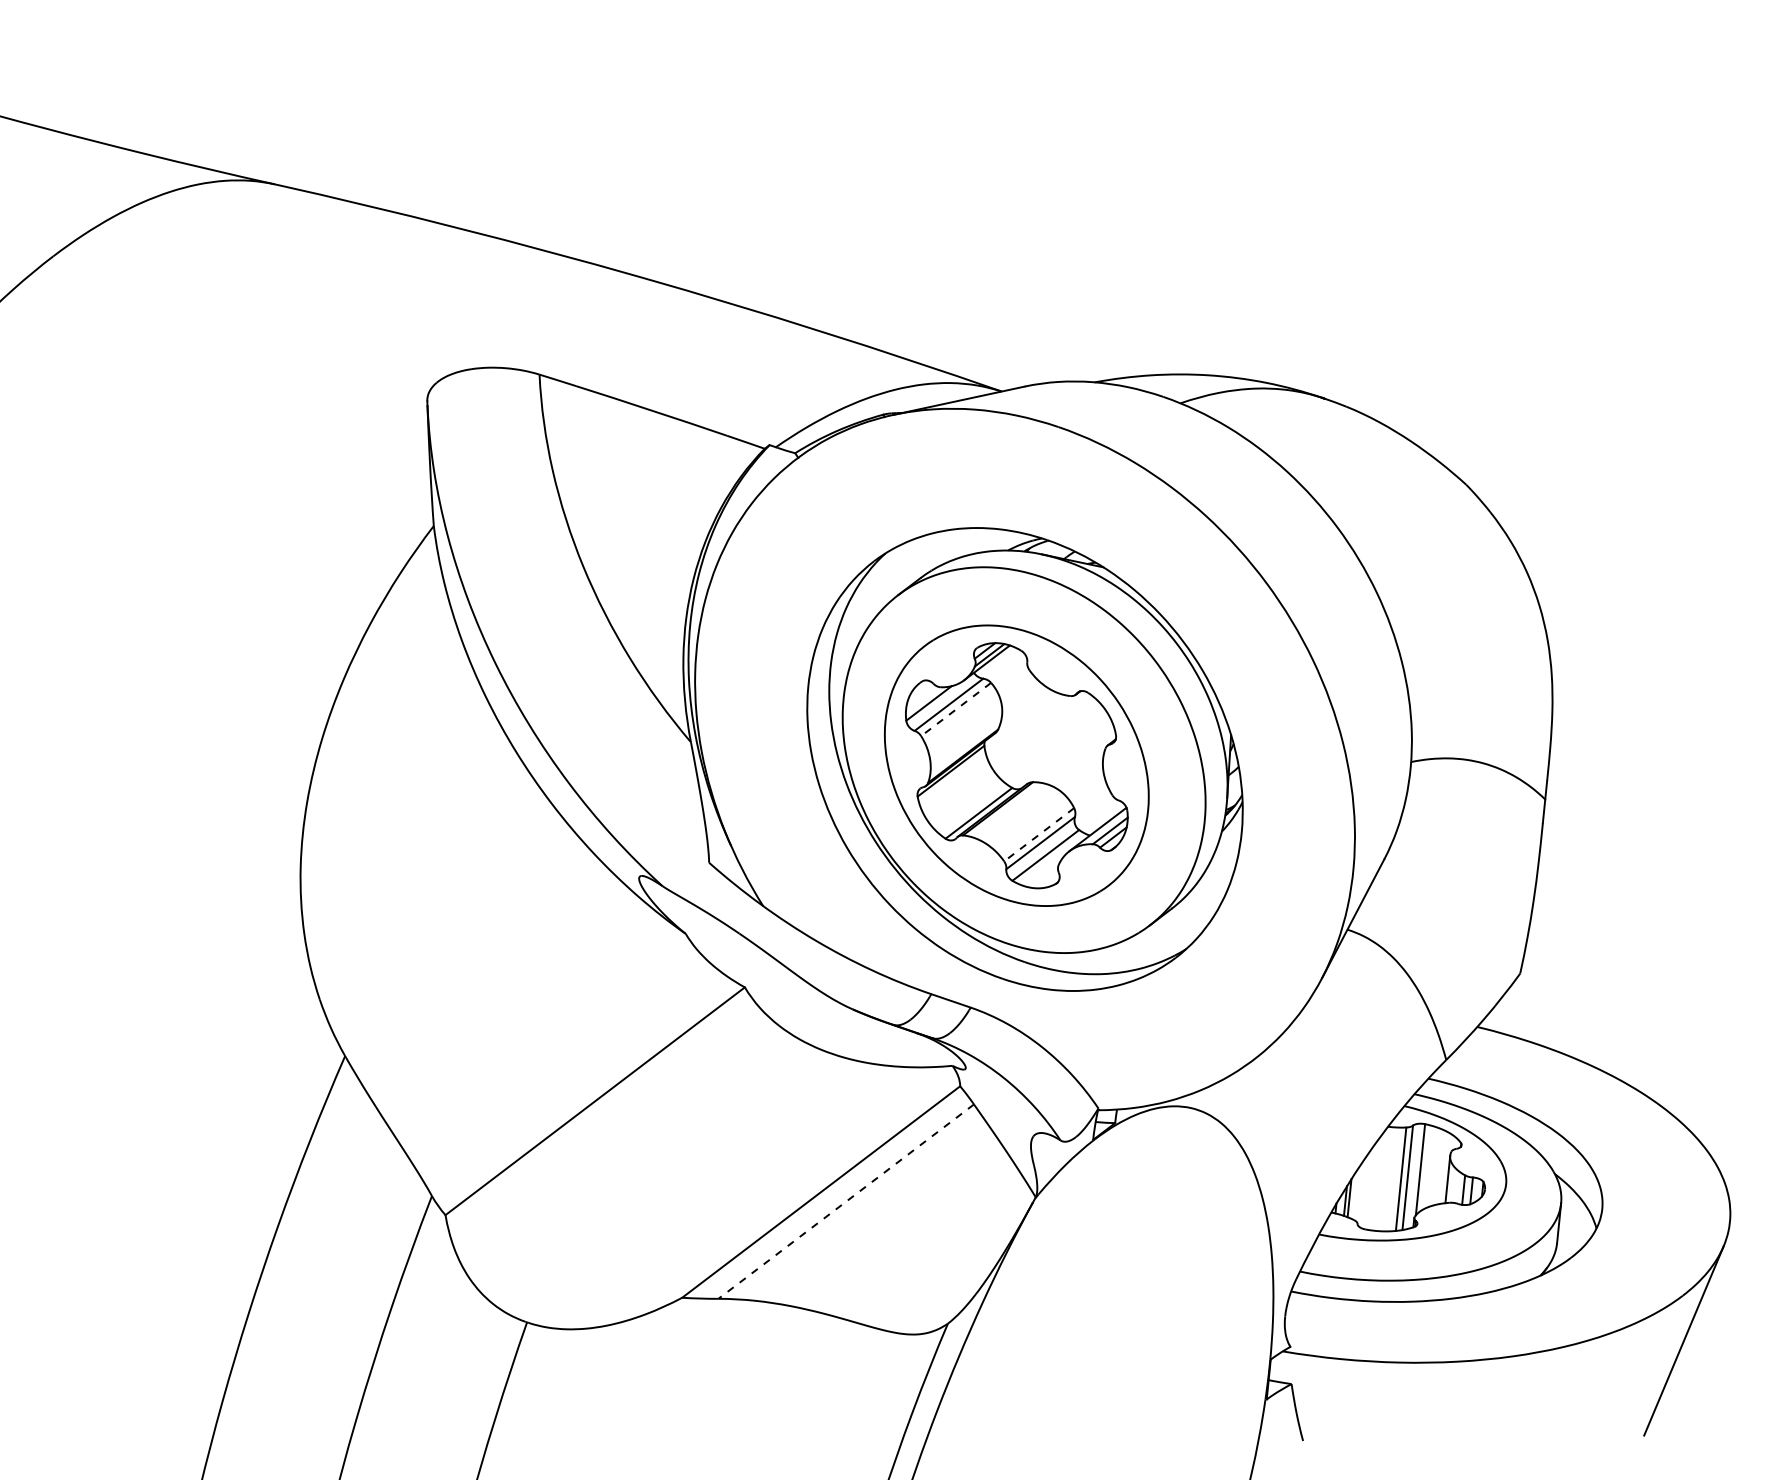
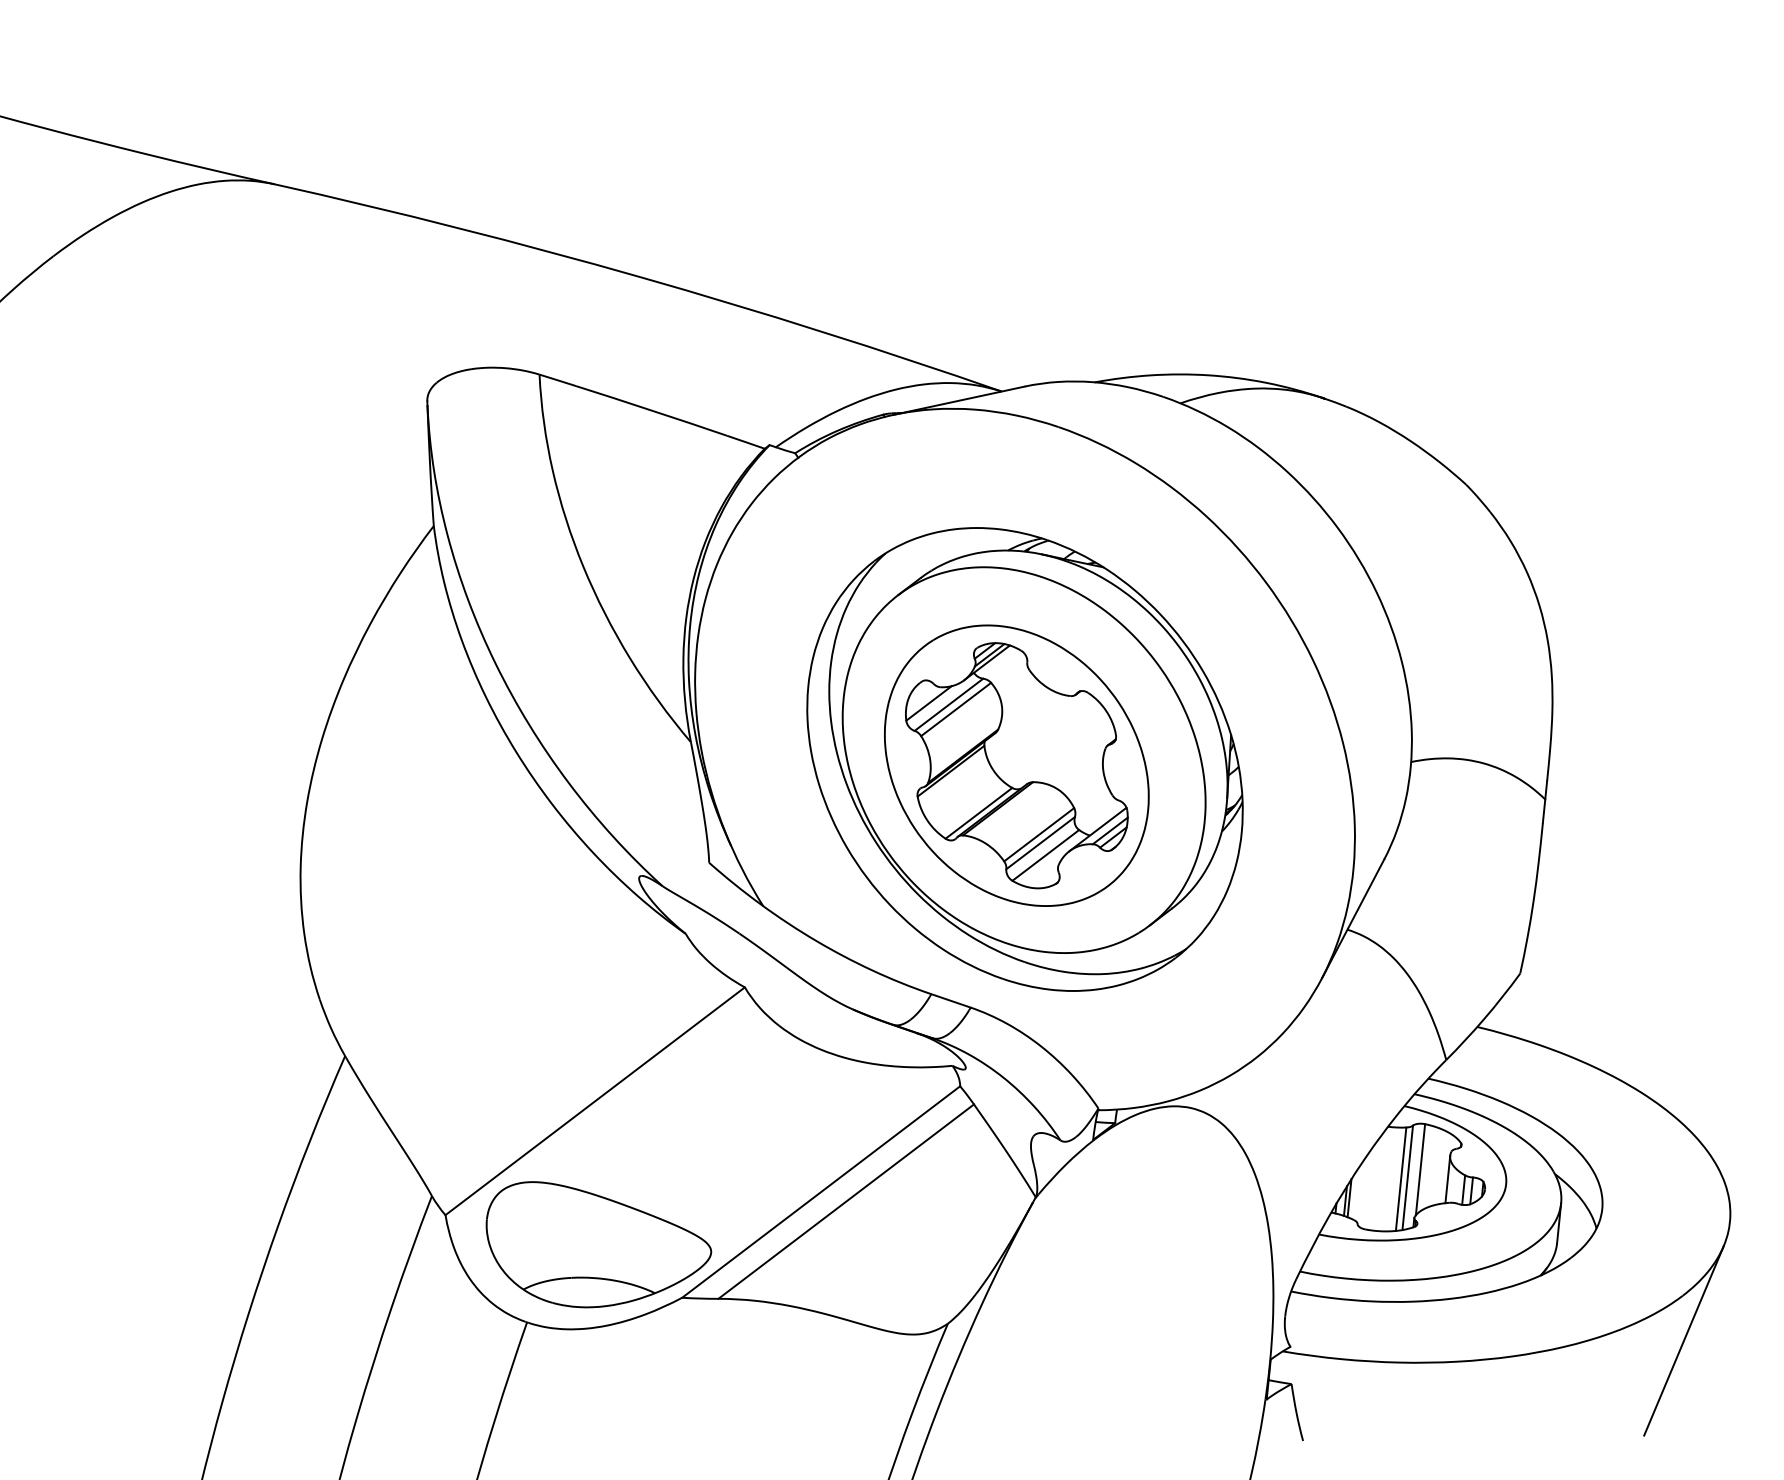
line at (956, 709): dashed -> solid
line at (1039, 834): dashed -> solid
line at (846, 1201): dashed -> solid
part at (598, 1244): none -> present
